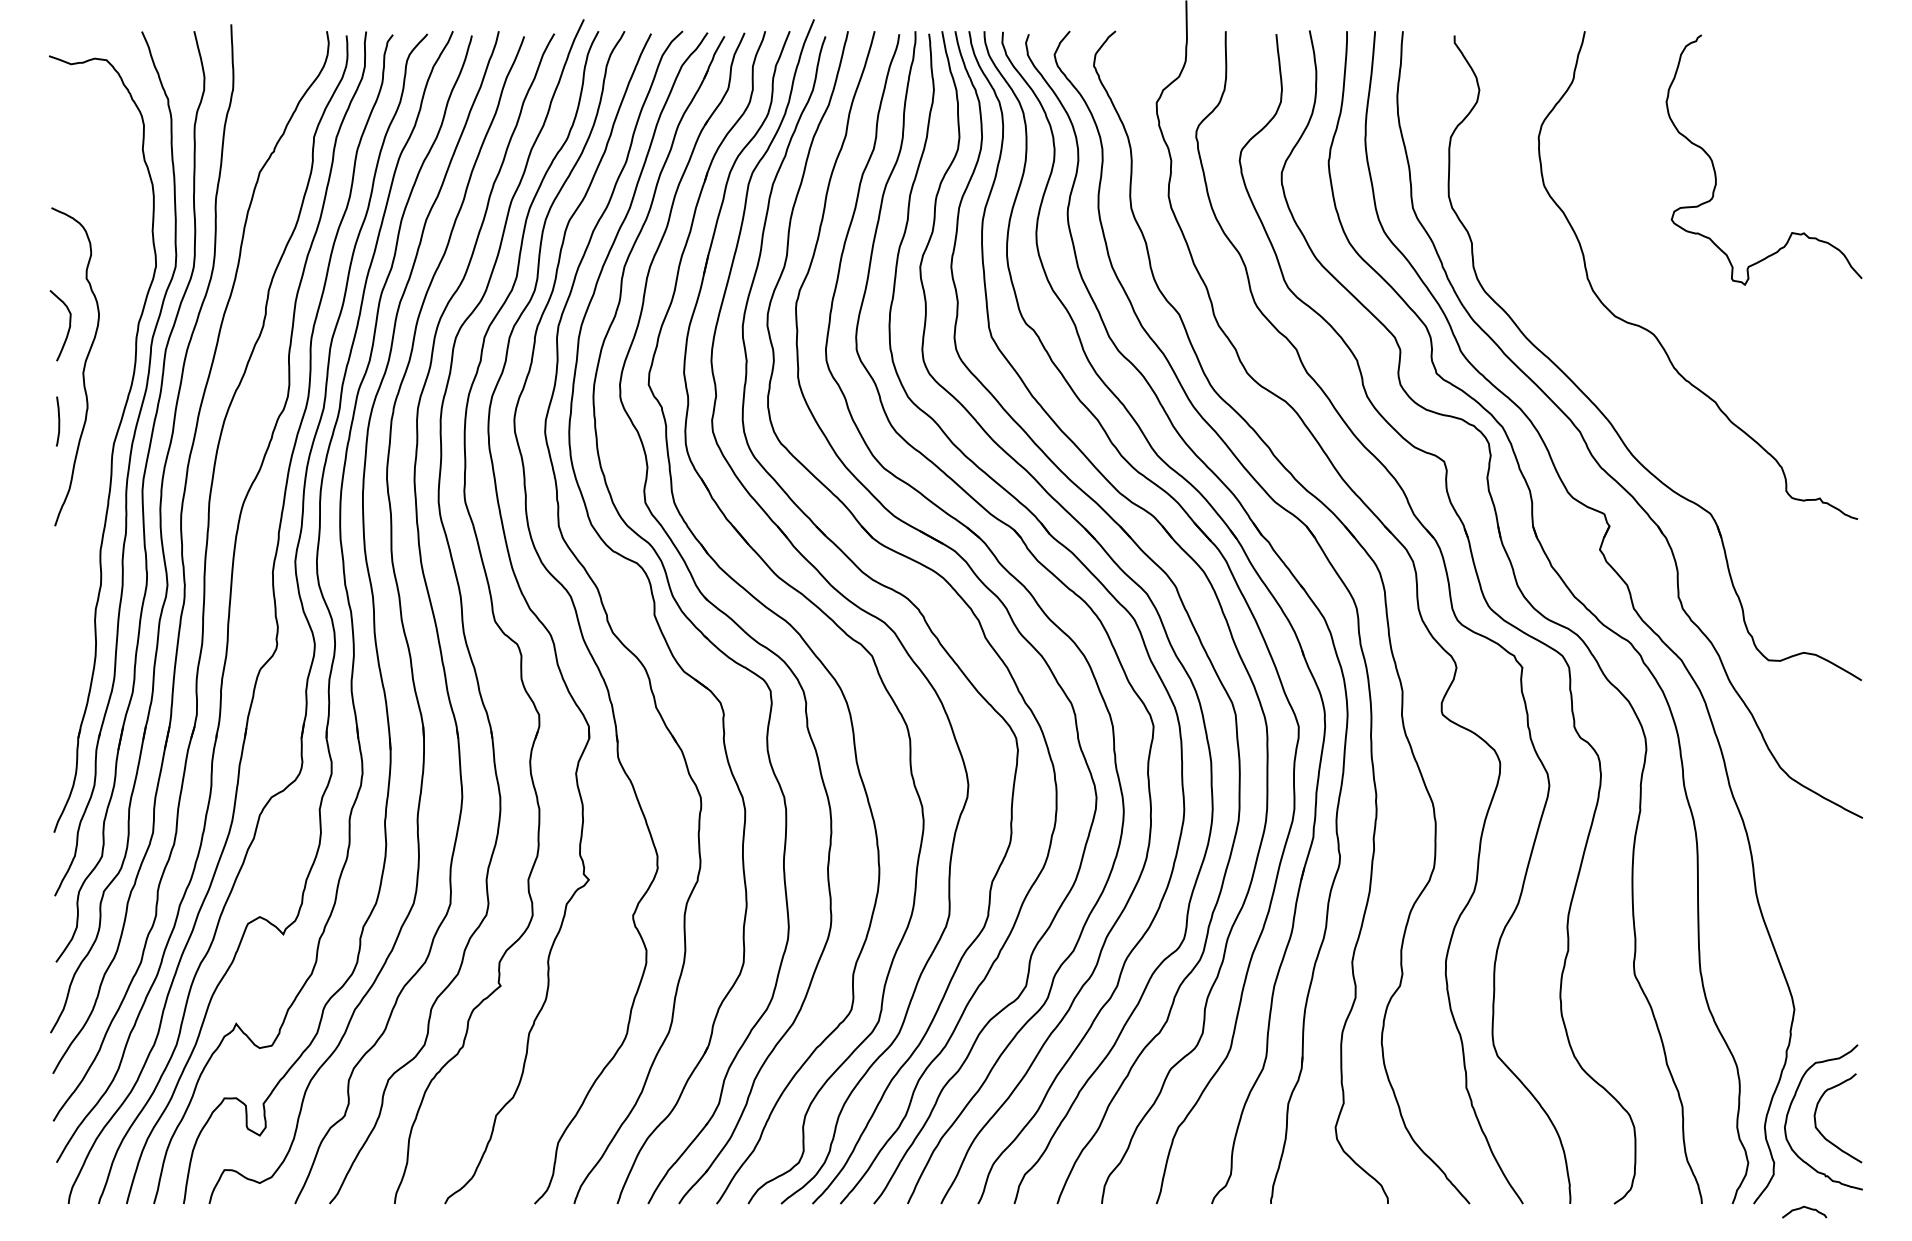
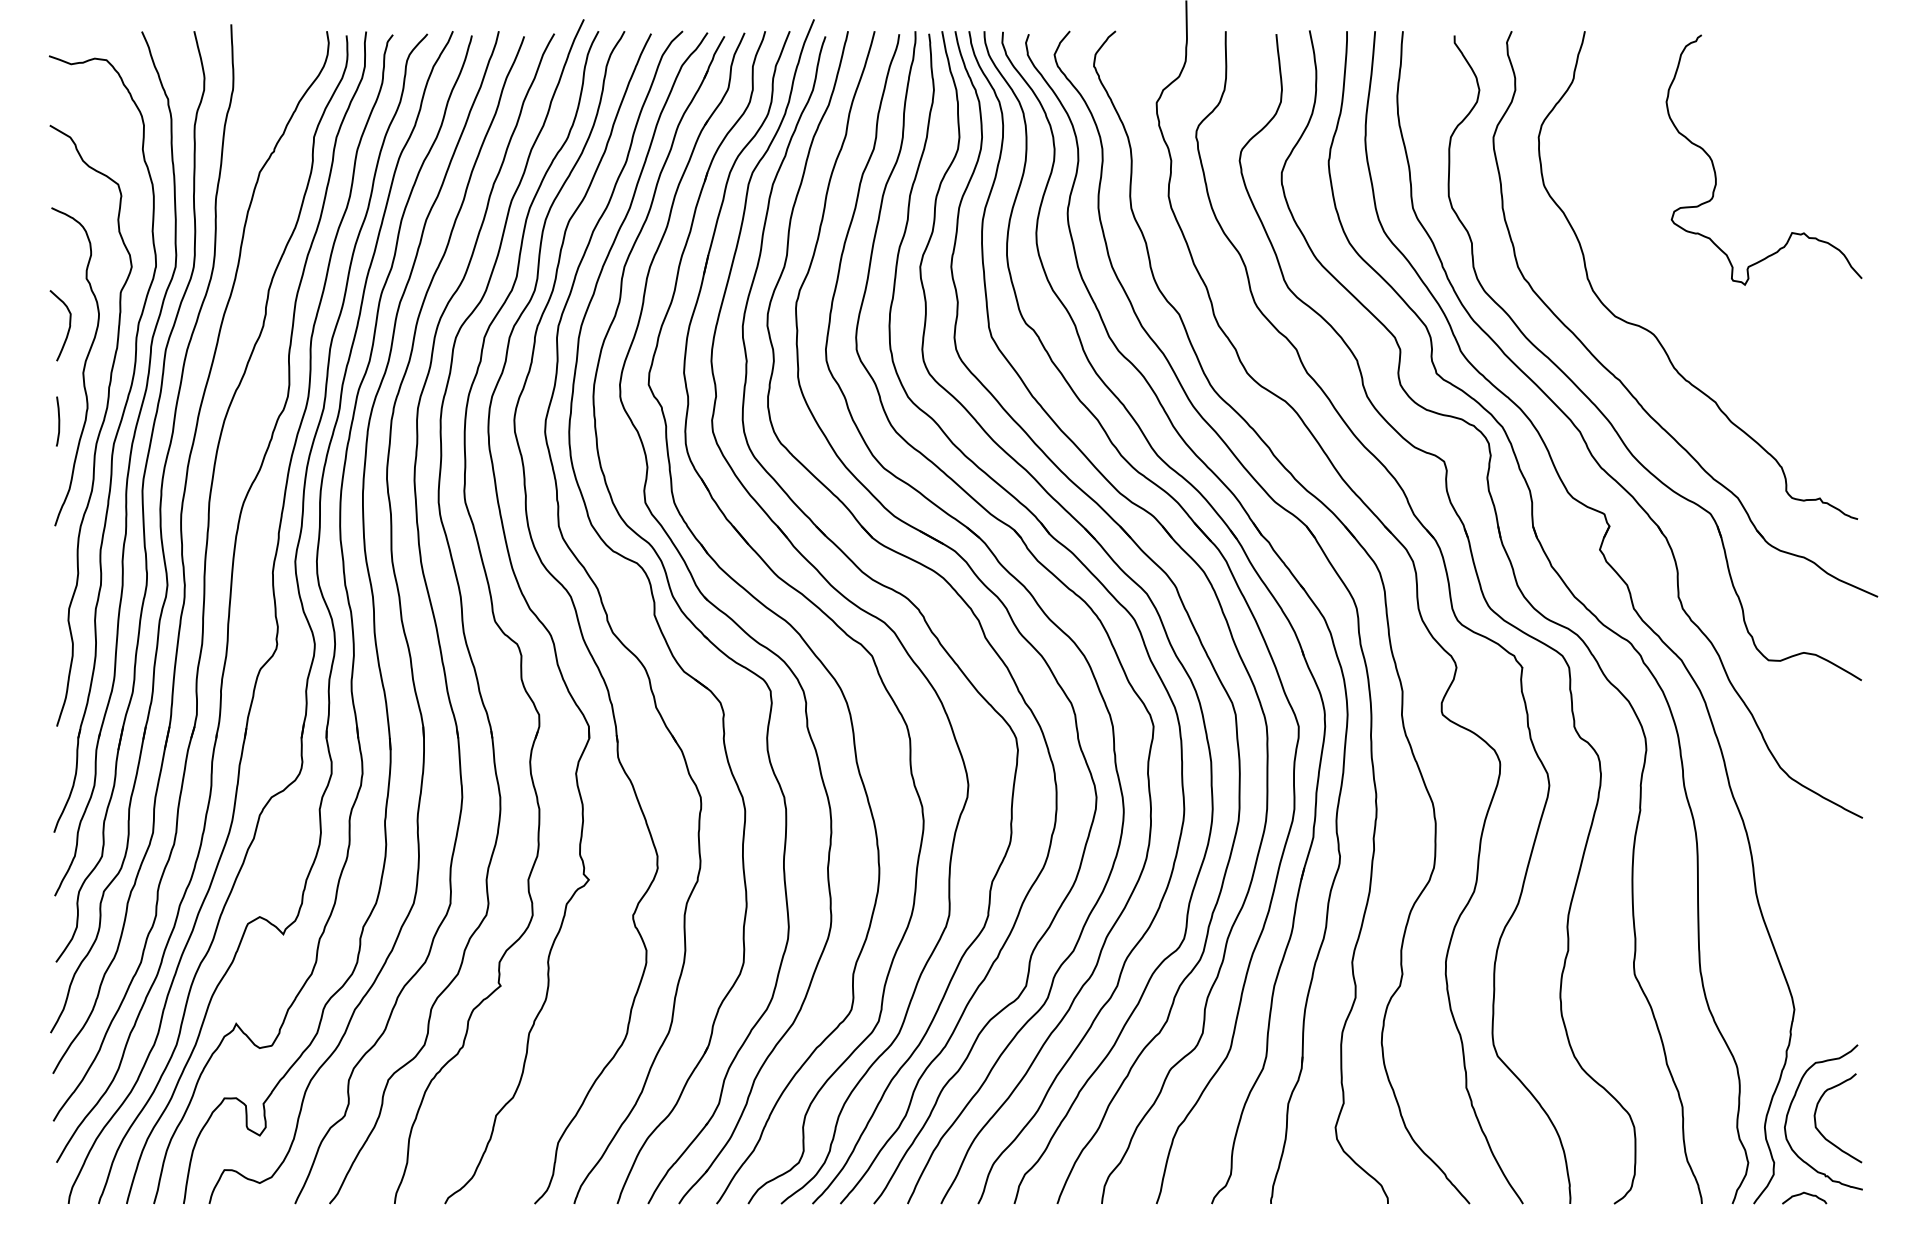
part at (1620, 379): none -> present
curve at (99, 429): none -> present
curve at (1805, 1208) position: (1805, 1208) -> (1805, 1194)
